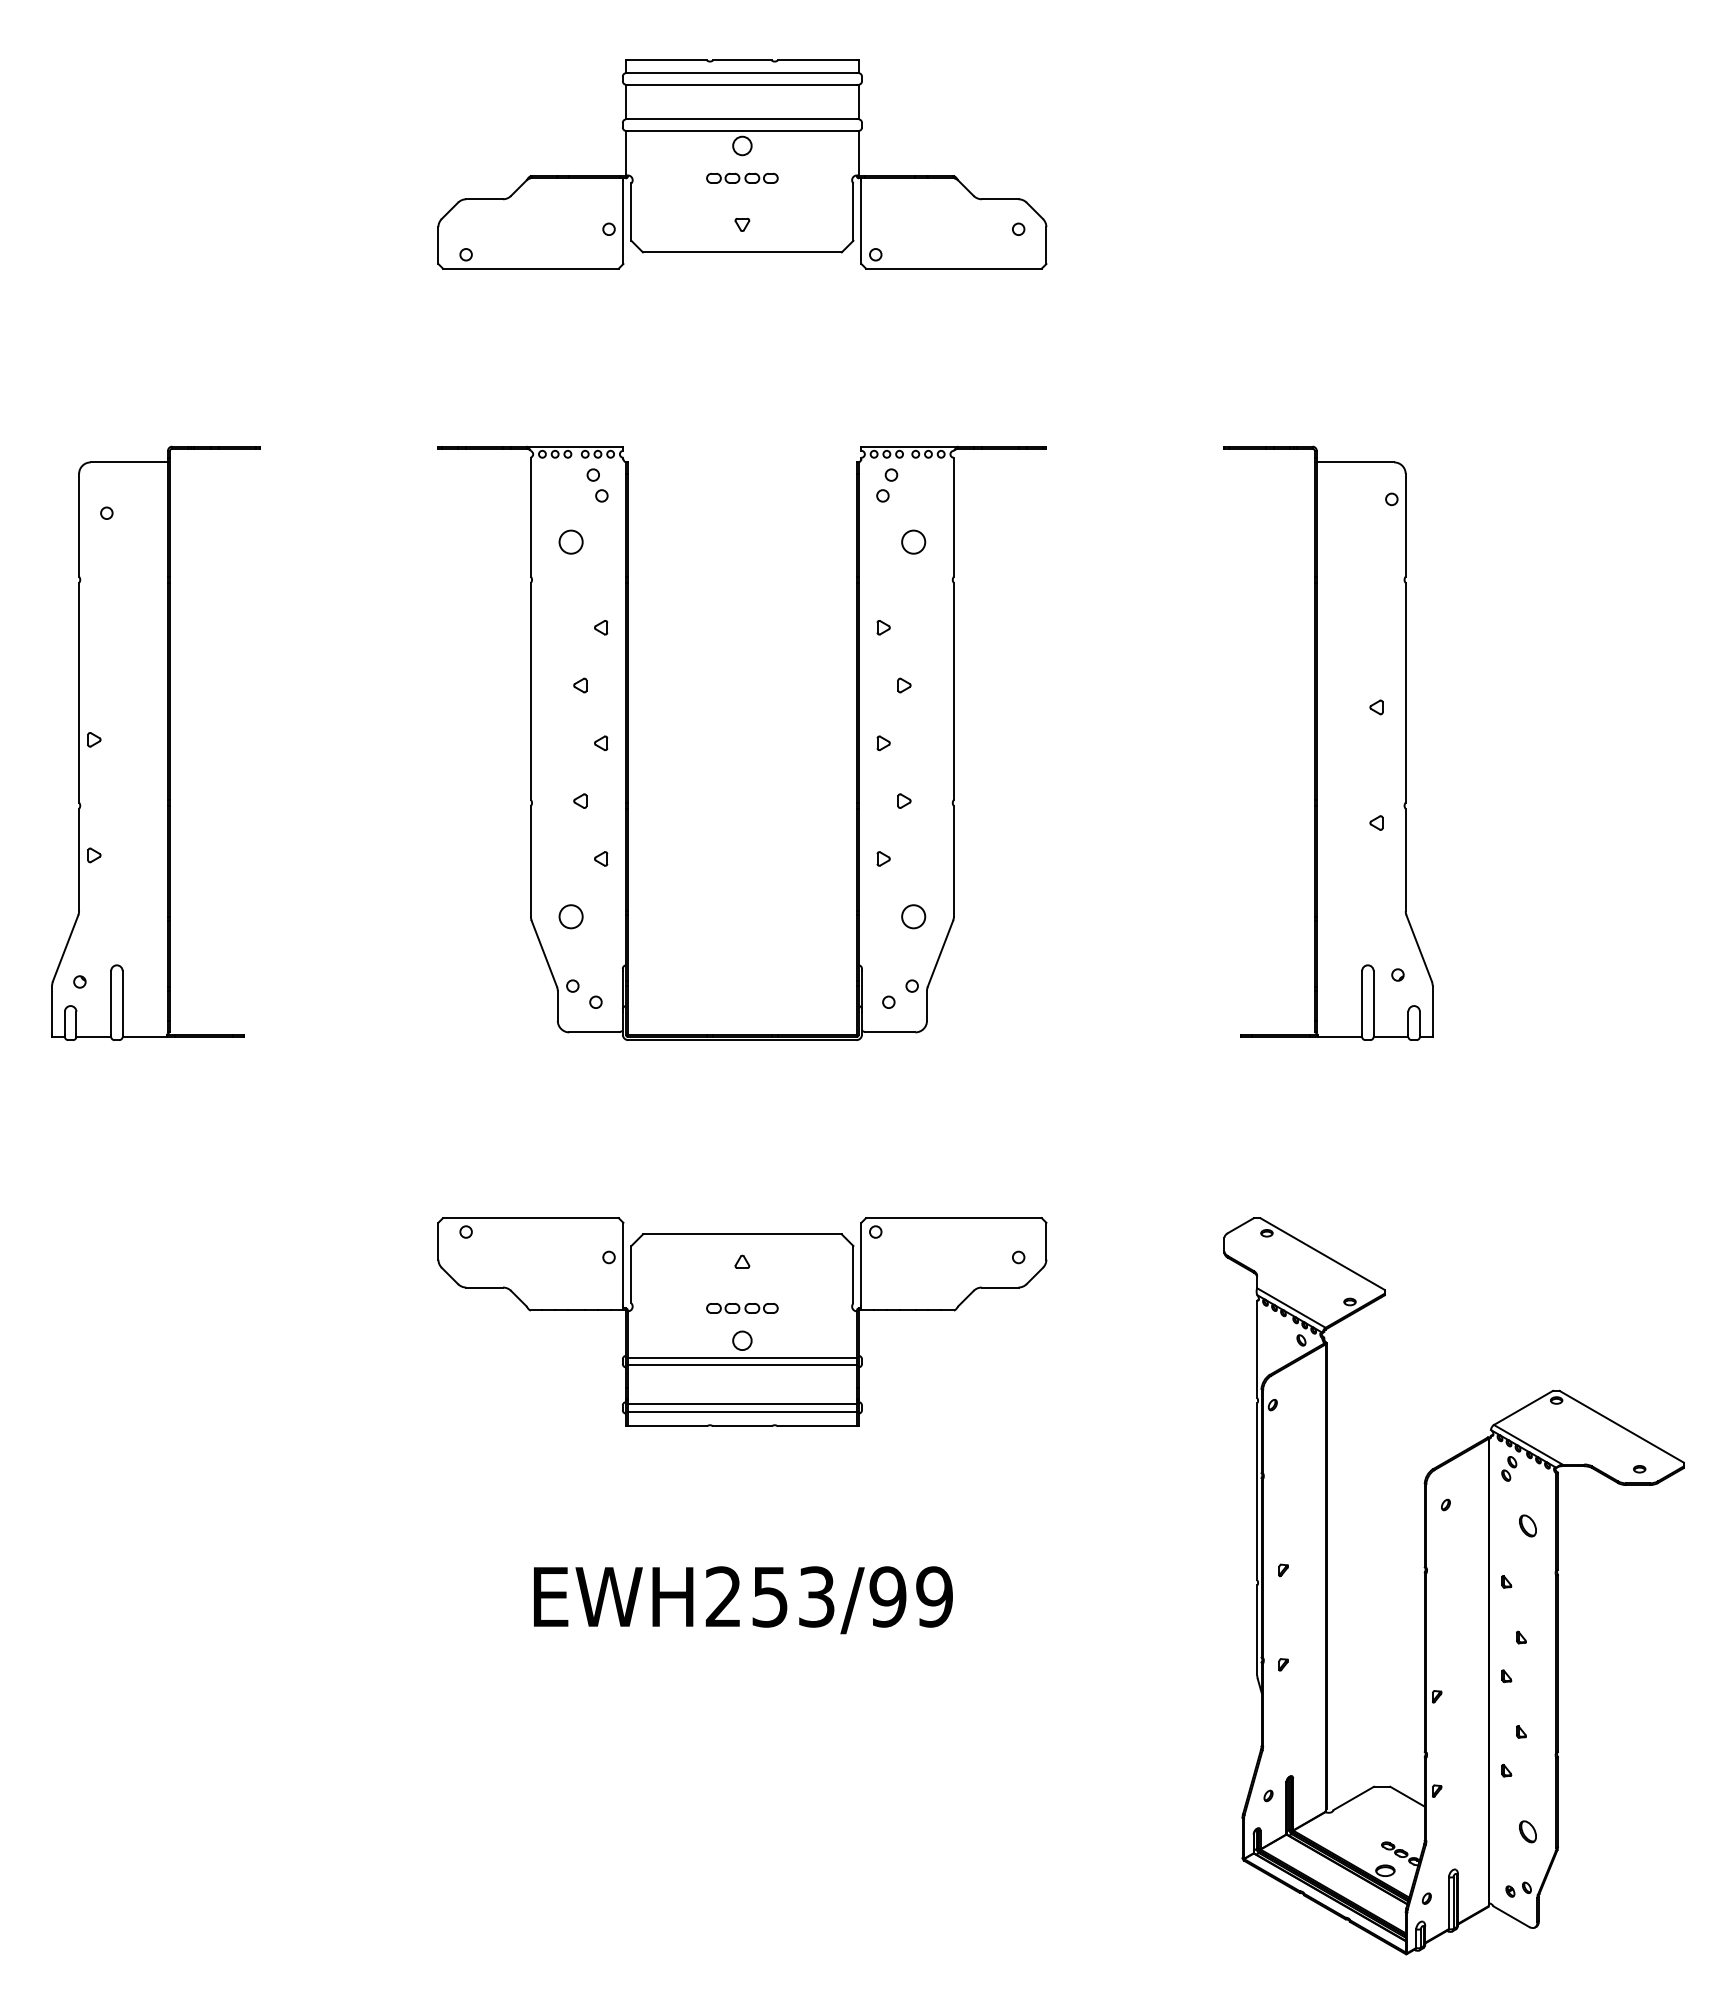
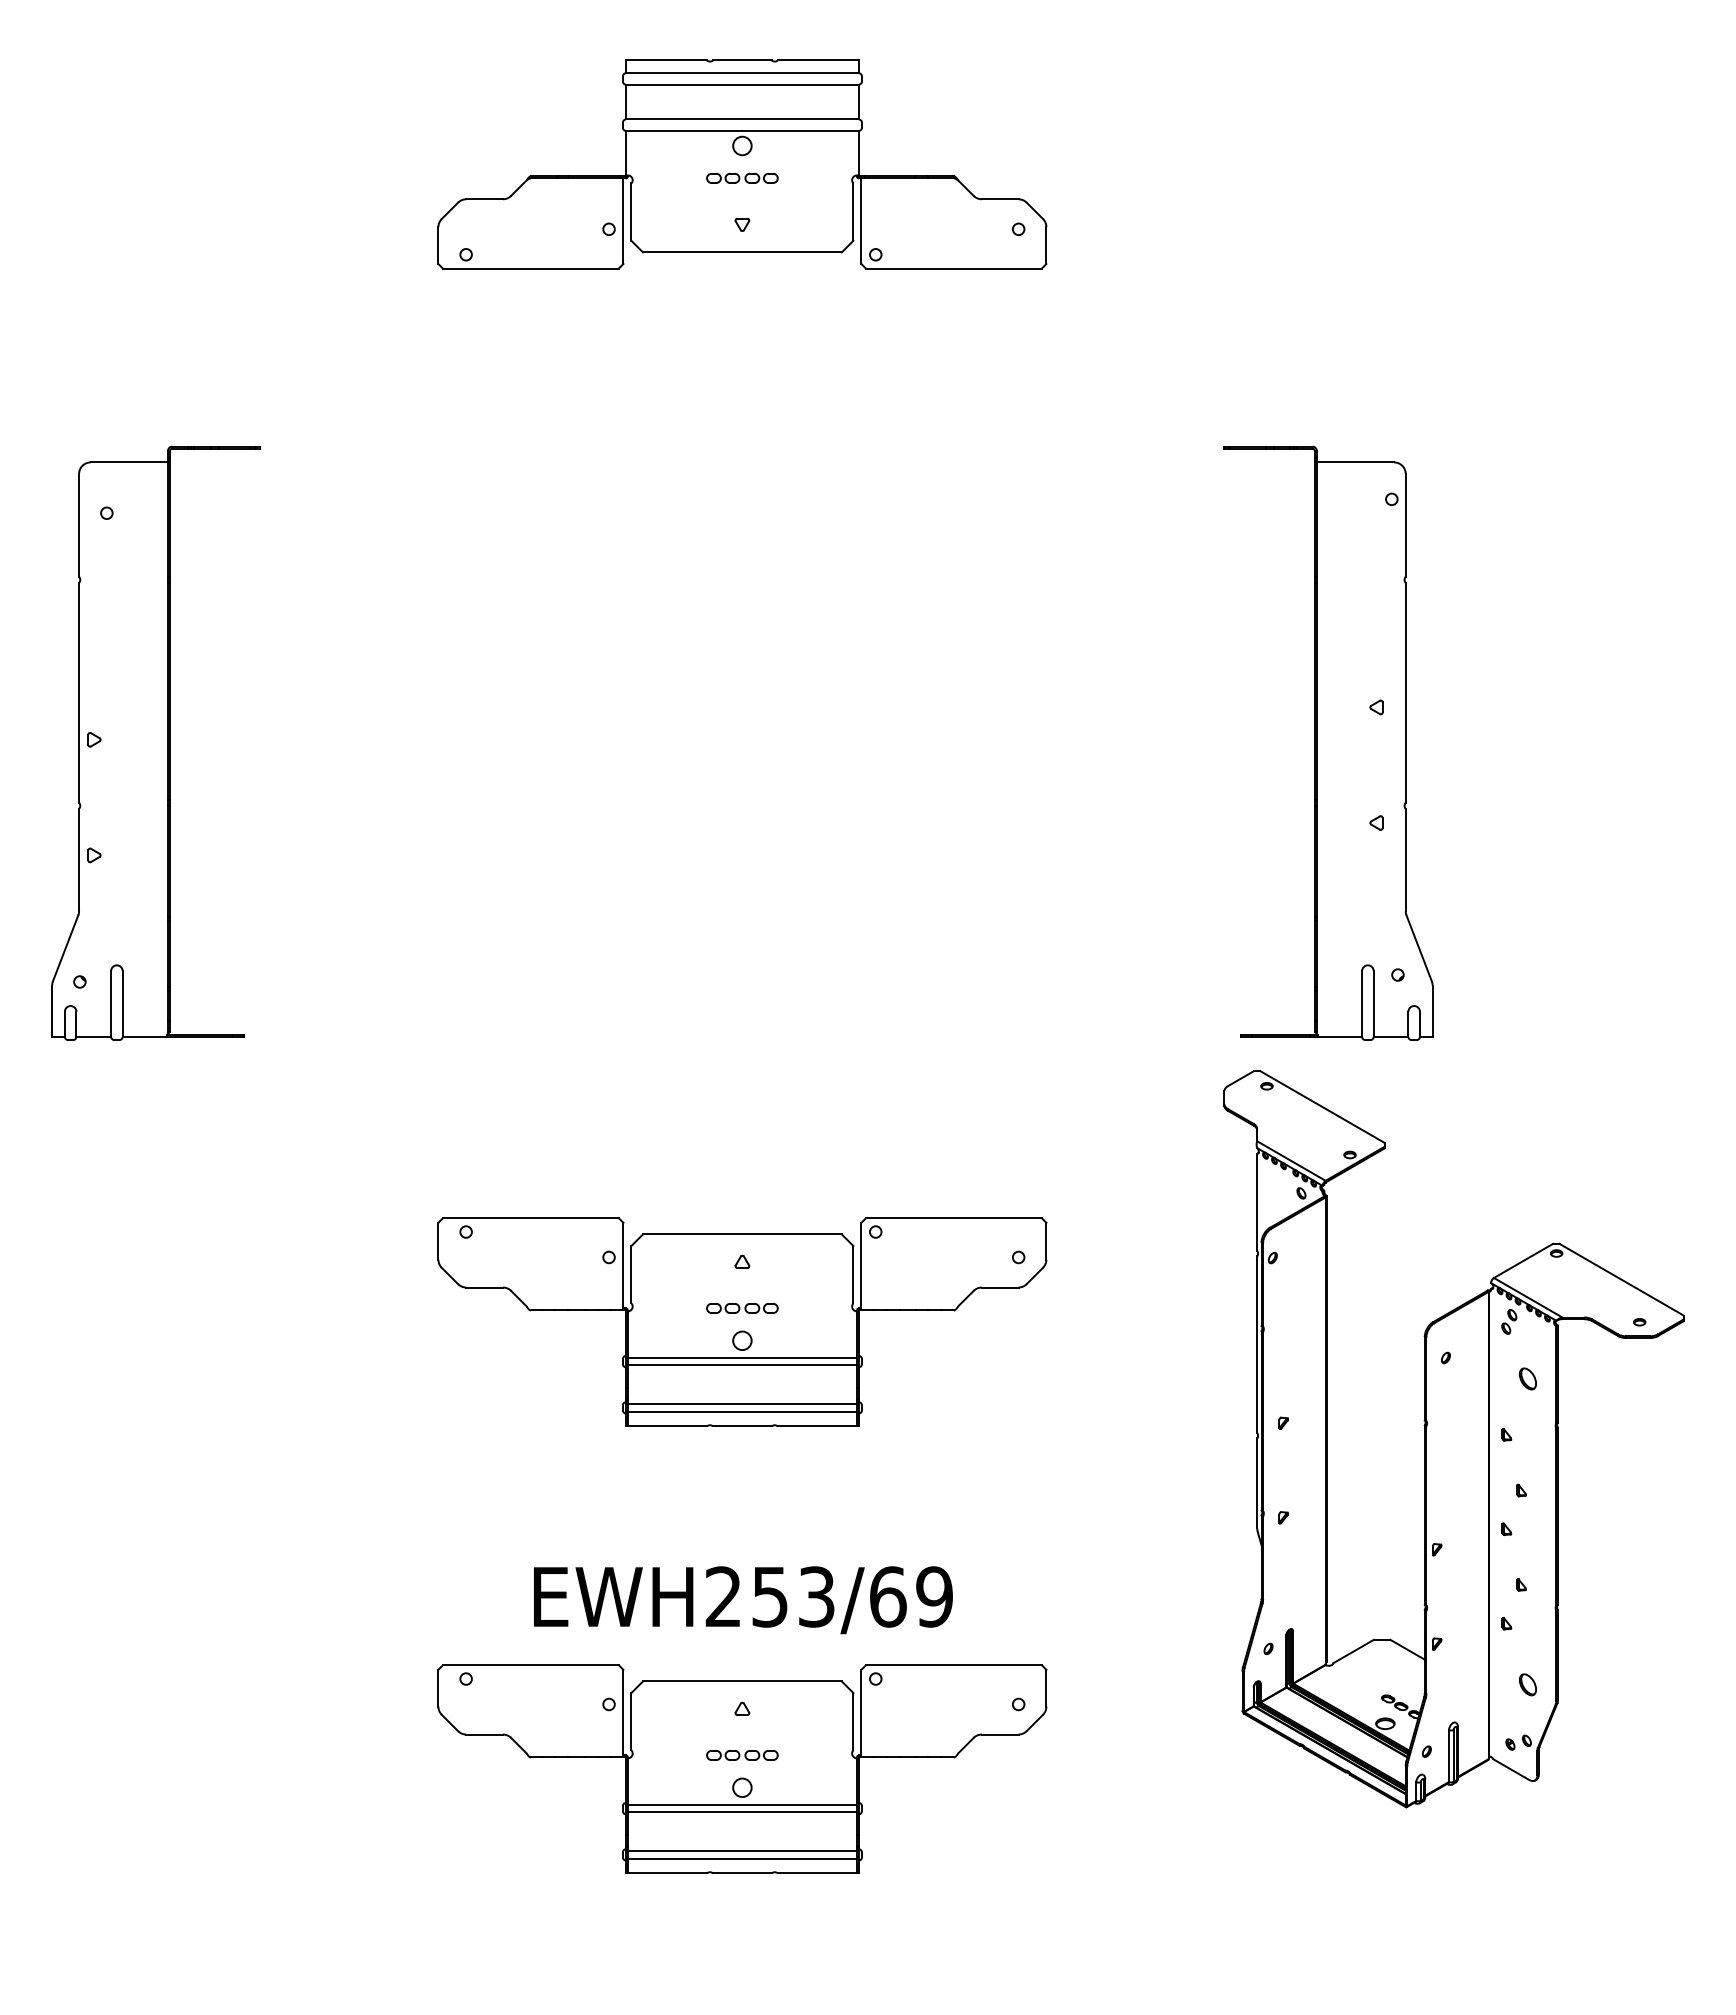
part at (628, 742): present -> none
part at (1453, 1586) position: (1453, 1586) -> (1453, 1439)
text at (887, 1596): EWH253/99 -> EWH253/69
part at (742, 1768): none -> present
